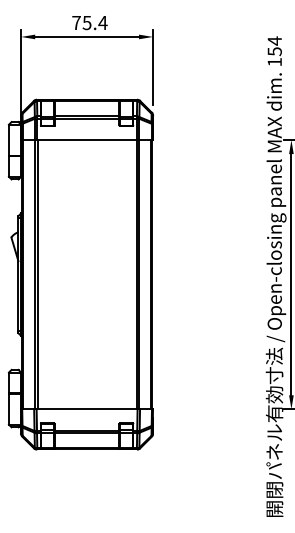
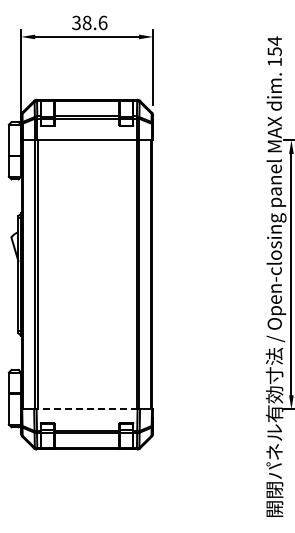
text at (89, 22): 75.4 -> 38.6
line at (86, 409): solid -> dashed
